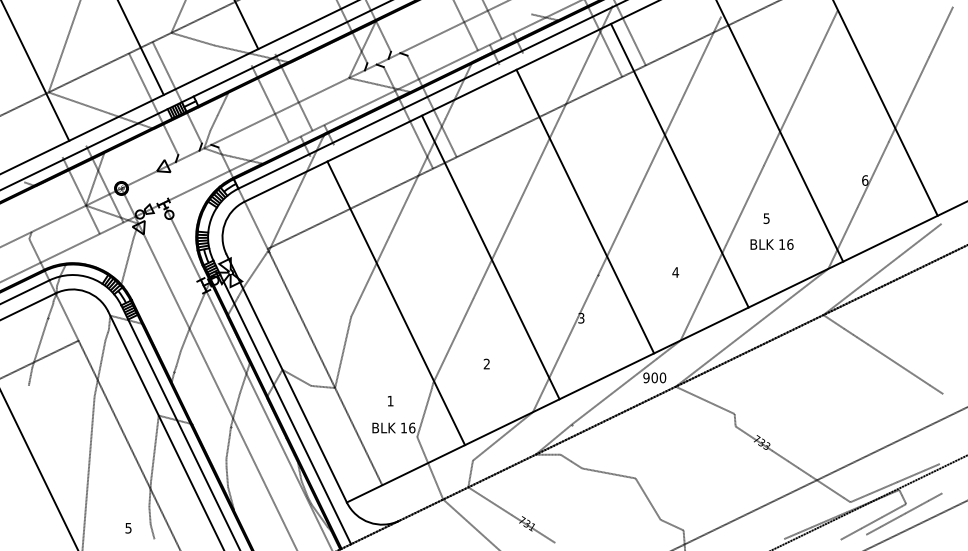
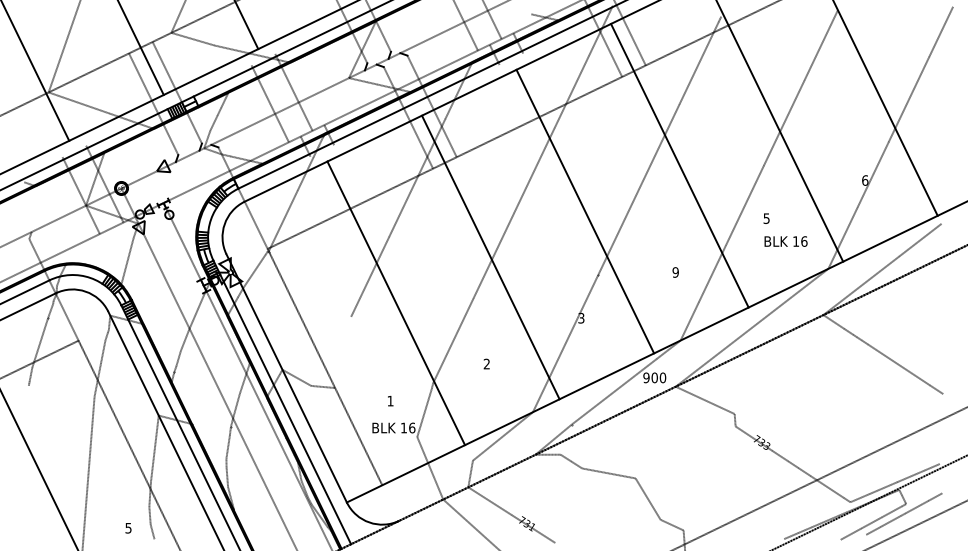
text at (771, 244) position: (771, 244) -> (785, 241)
text at (675, 272): 4 -> 9
line at (343, 352): present -> none
